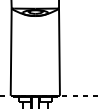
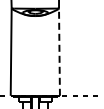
line at (59, 52): solid -> dashed
